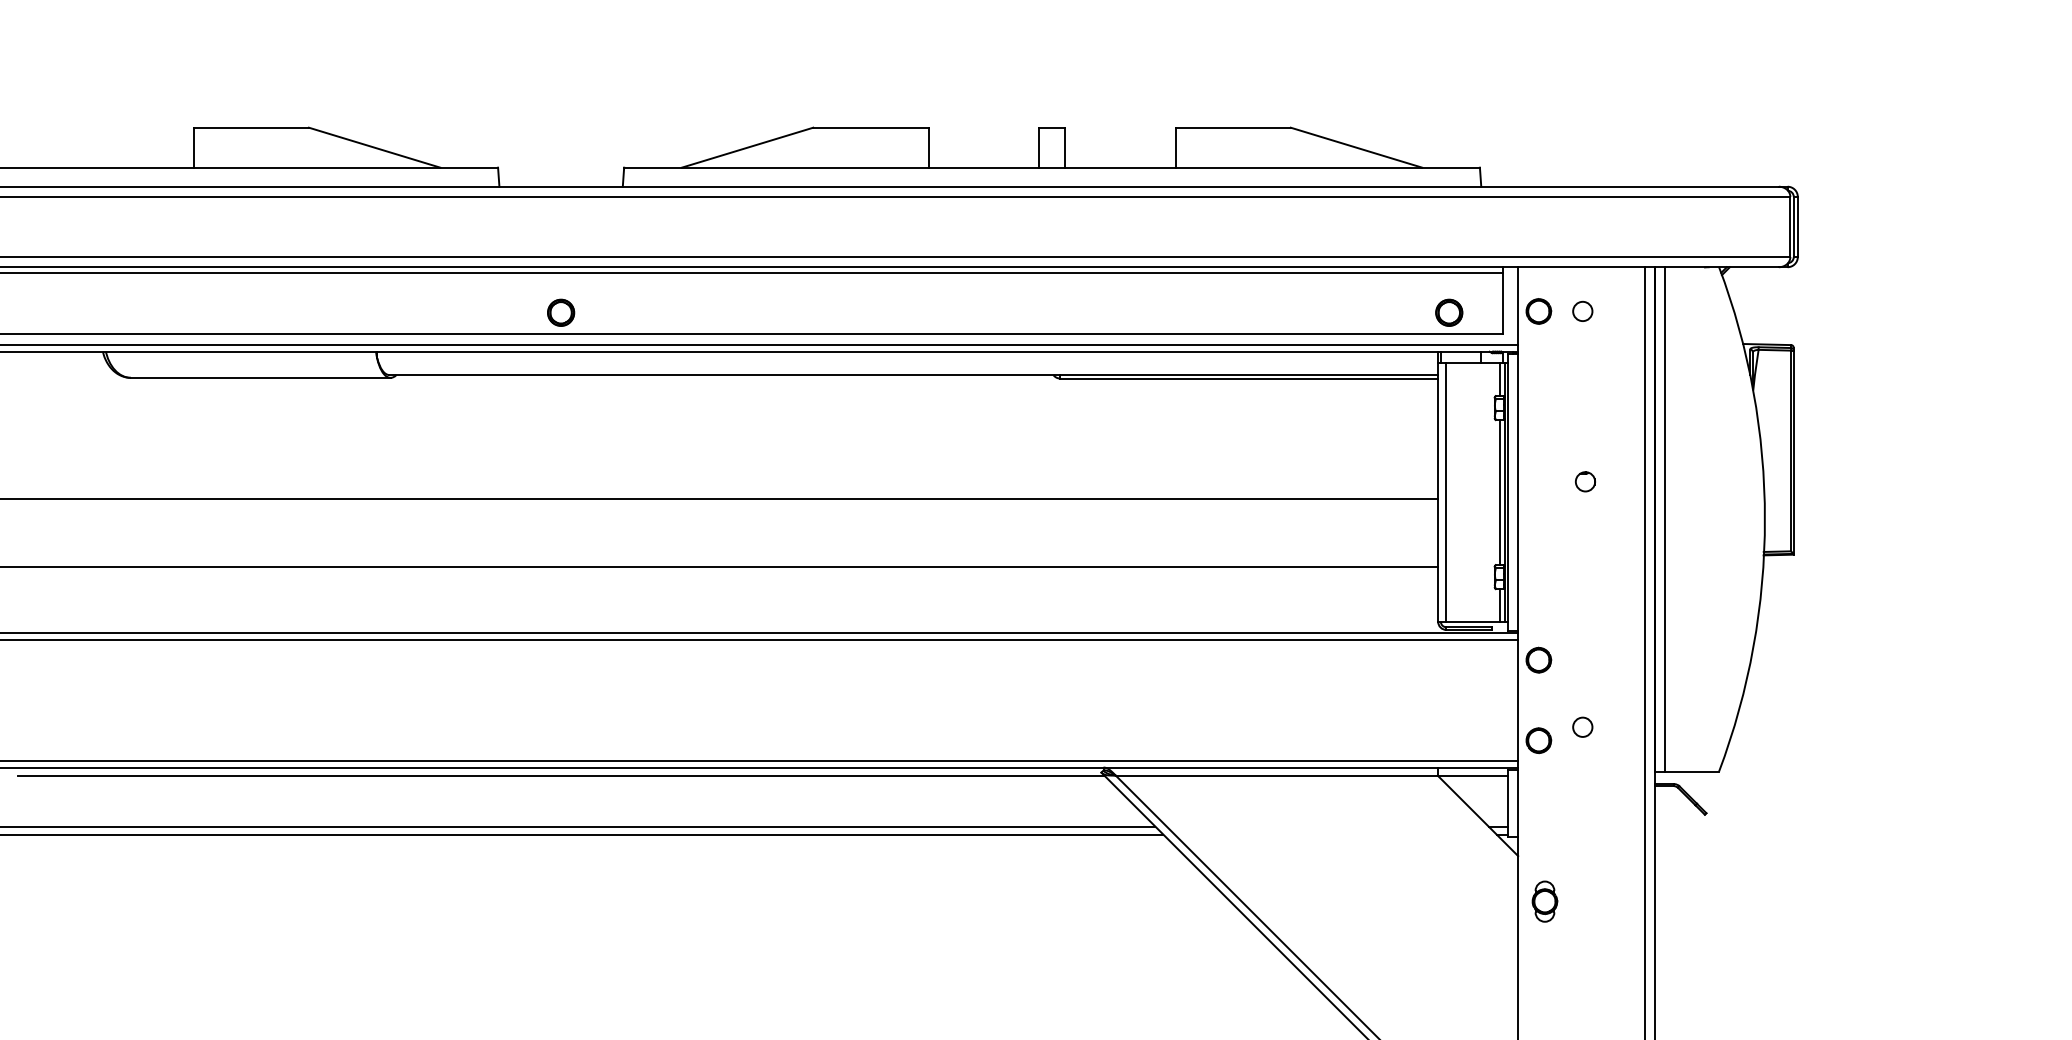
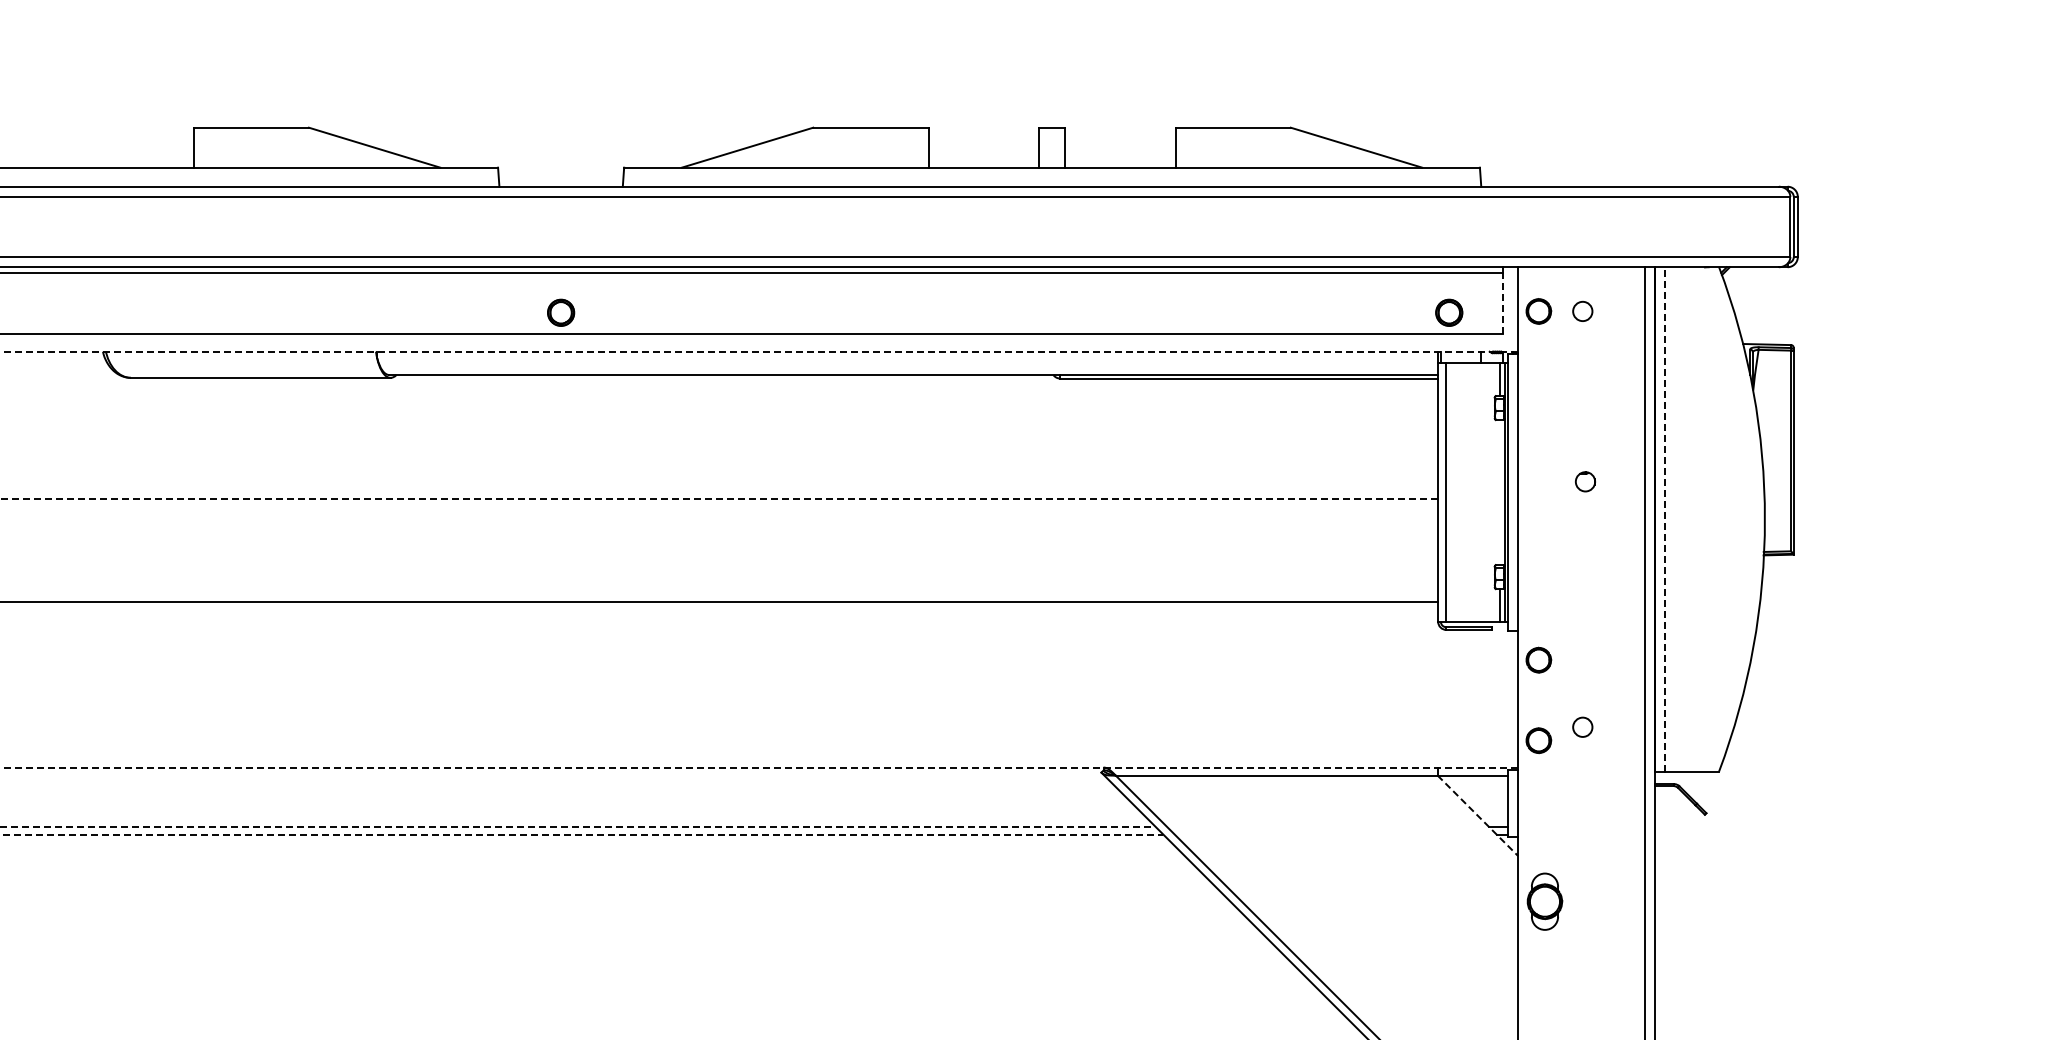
line at (1502, 303): solid -> dashed
line at (760, 344): present -> none
line at (759, 351): solid -> dashed
line at (1499, 492): present -> none
line at (719, 498): solid -> dashed
line at (1665, 518): solid -> dashed
line at (720, 566) position: (720, 566) -> (720, 601)
line at (760, 633): present -> none
line at (760, 640): present -> none
line at (760, 760): present -> none
line at (759, 767): solid -> dashed
line at (560, 775): present -> none
line at (1477, 815): solid -> dashed
line at (578, 826): solid -> dashed
line at (582, 834): solid -> dashed
part at (1544, 901) size: 28x43 px -> 38x59 px
